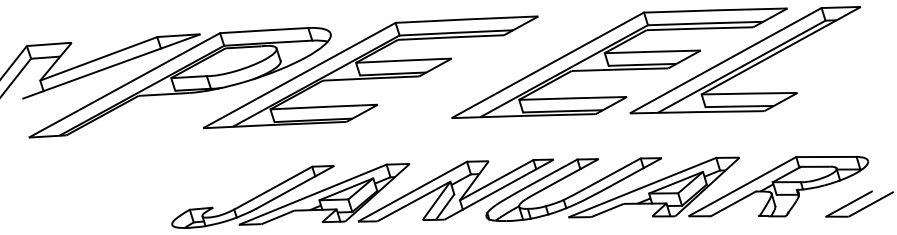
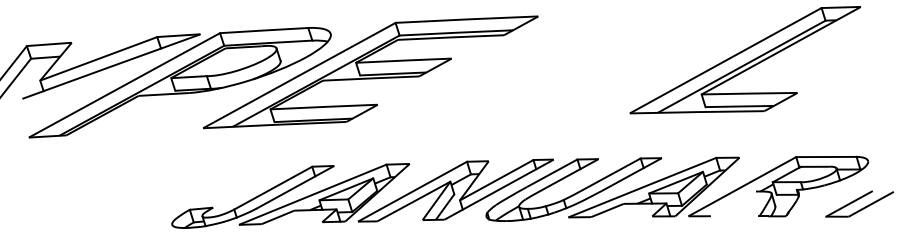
part at (619, 62): present -> none
line at (733, 203): present -> none
